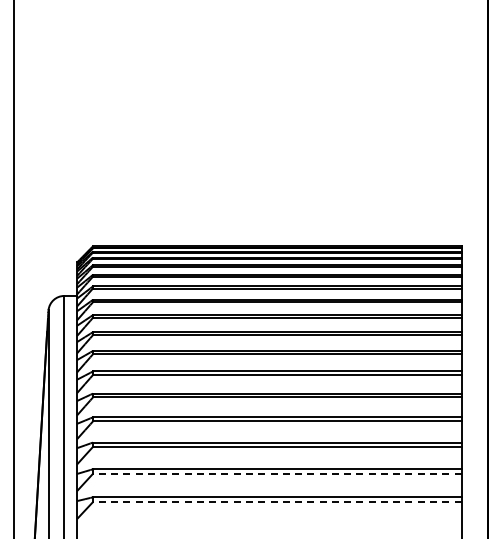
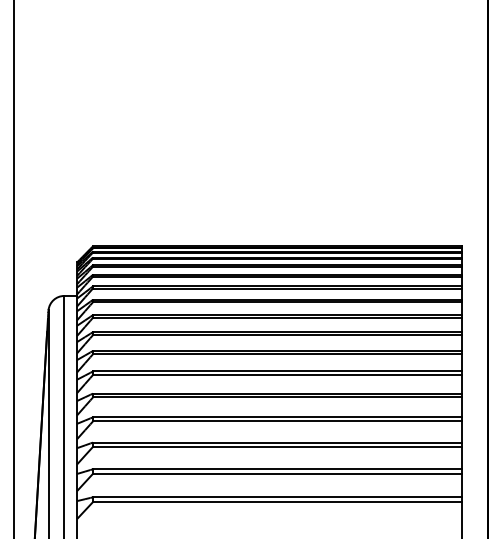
line at (276, 473): dashed -> solid
line at (276, 502): dashed -> solid
